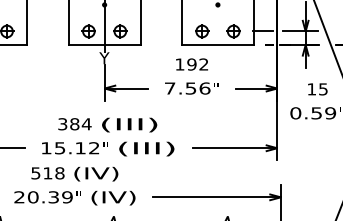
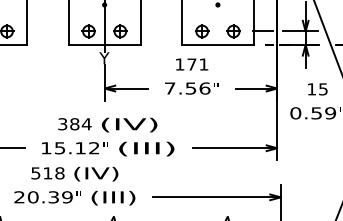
text at (197, 64): 192 -> 171
text at (129, 124): (III) -> (IV)
text at (113, 198): (IV) -> (III)
